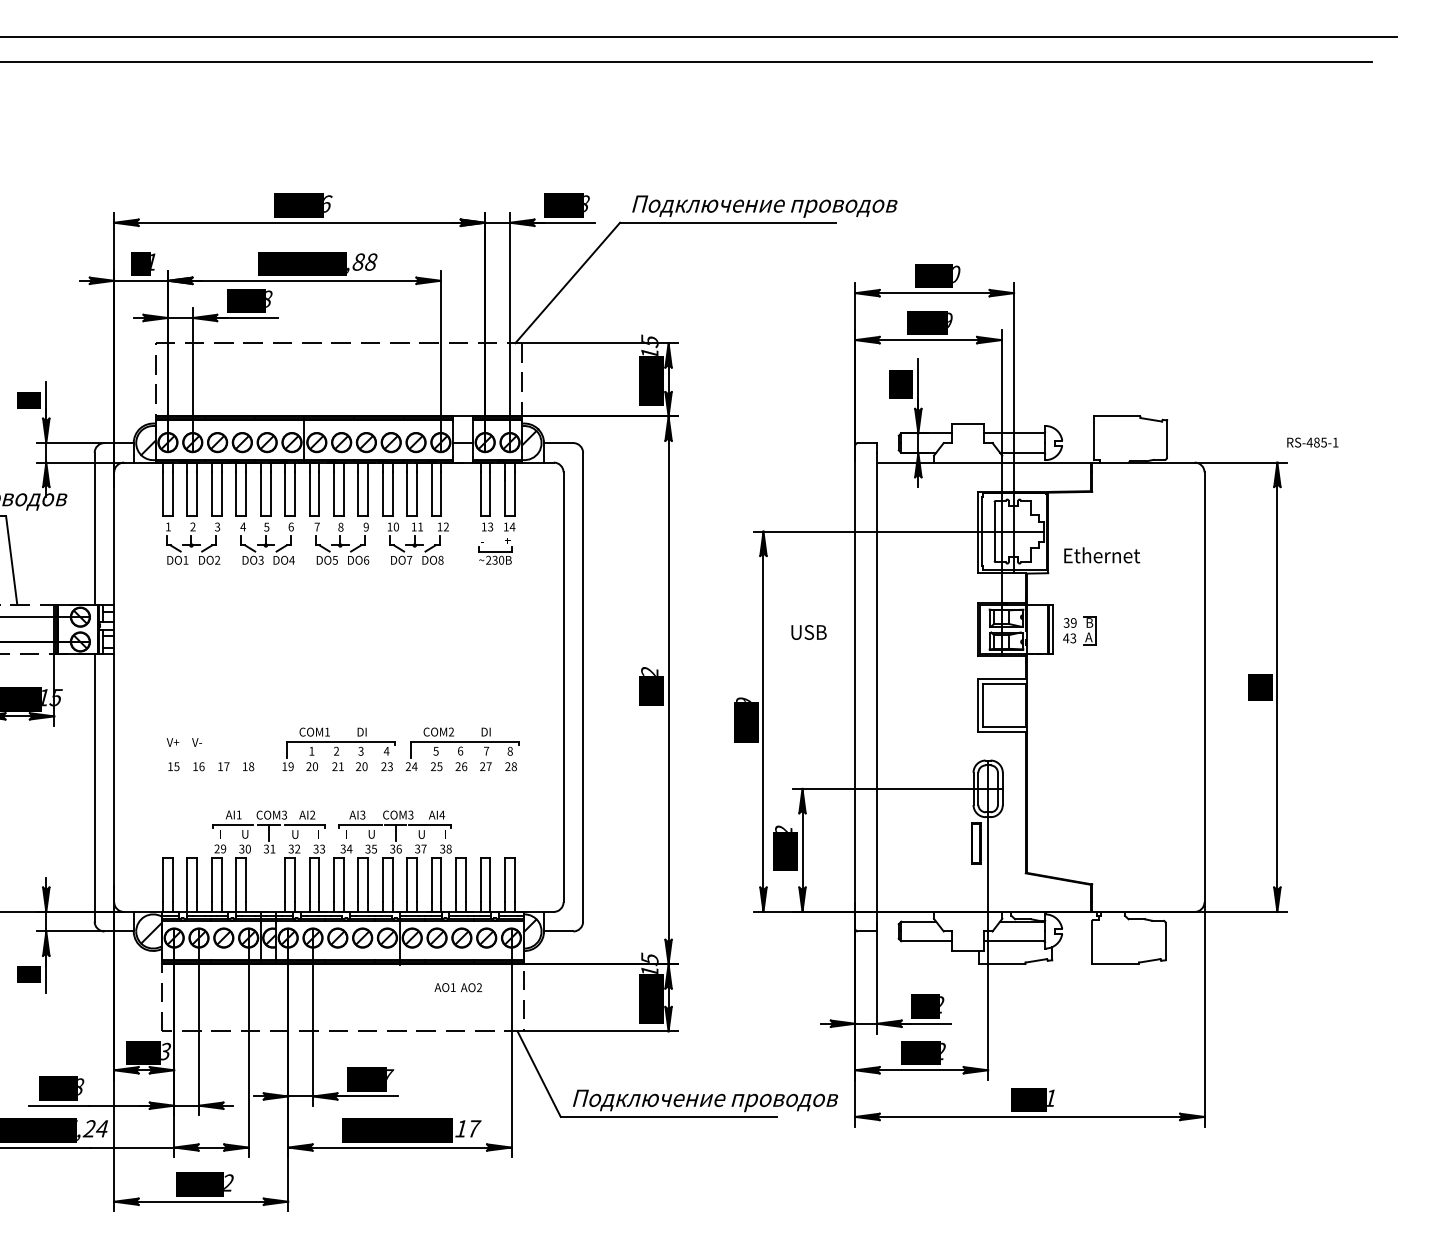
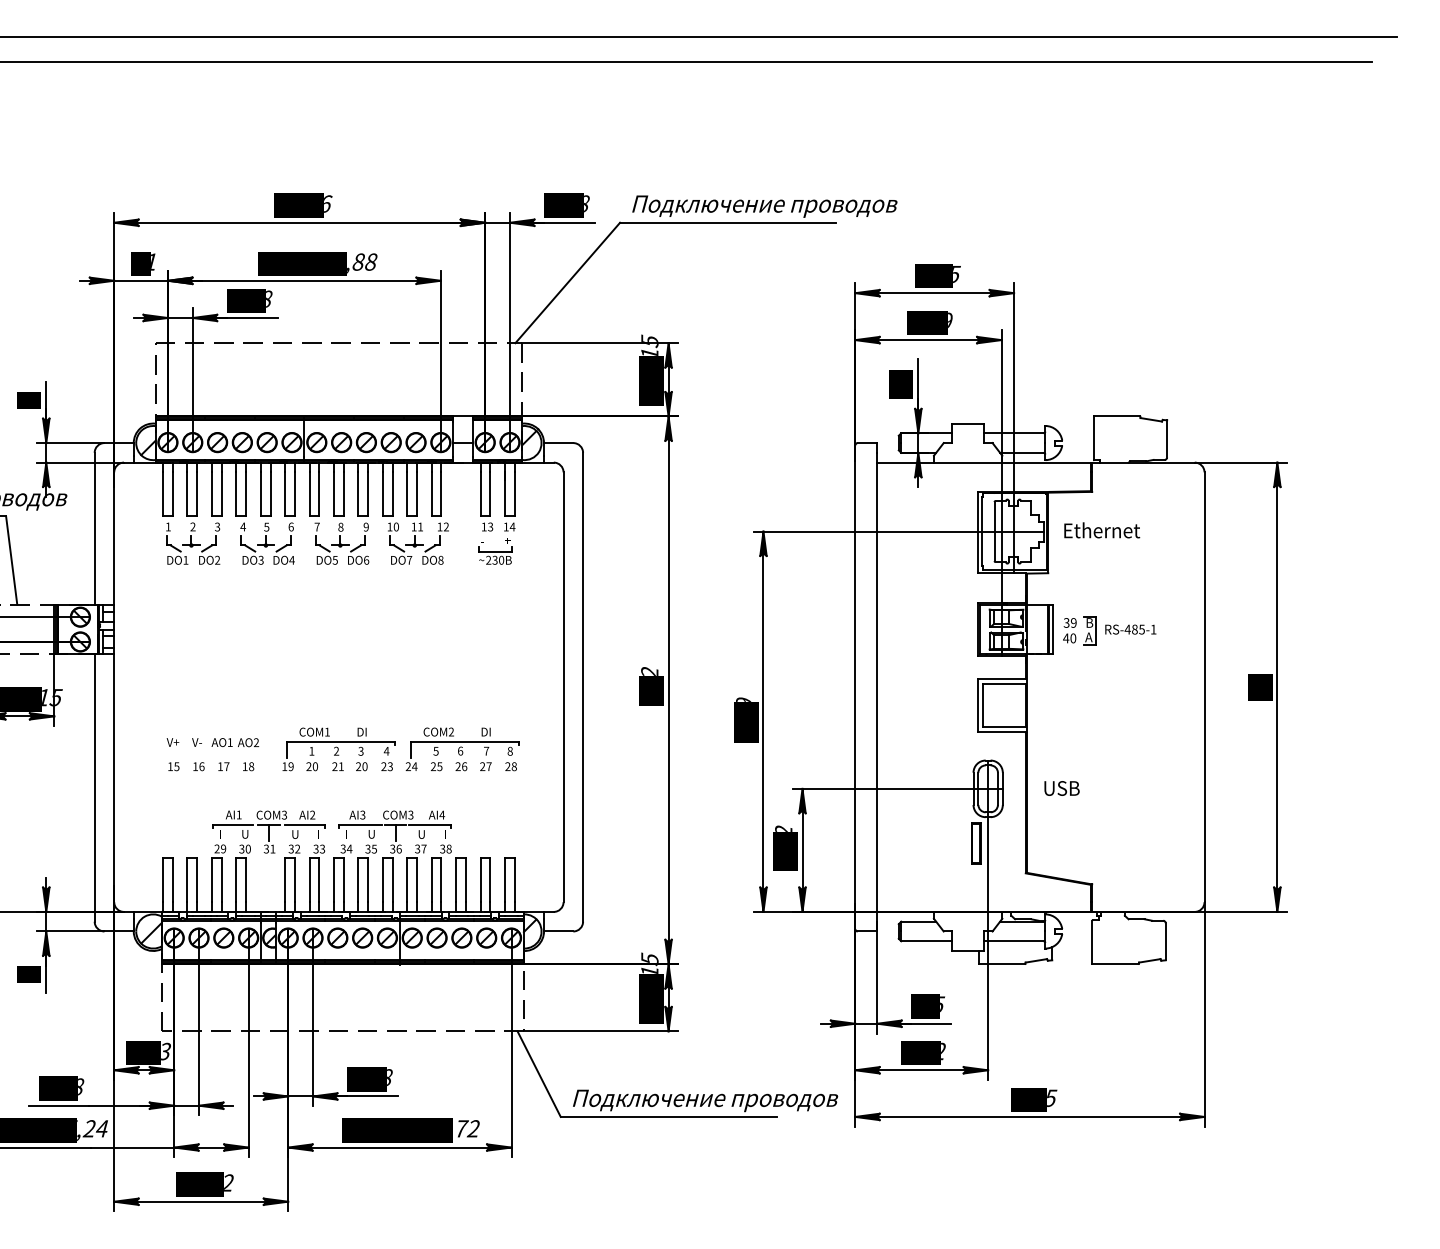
text at (956, 273): 32,0 -> 32,5
text at (1312, 442) position: (1312, 442) -> (1130, 629)
text at (1102, 555) position: (1102, 555) -> (1102, 530)
text at (808, 632) position: (808, 632) -> (1061, 788)
text at (1073, 638): 43 -> 40
text at (458, 987) position: (458, 987) -> (235, 742)
text at (942, 1004): 5,2 -> 4,5
text at (390, 1077): 5,57 -> 5,08
text at (1052, 1098): 82,1 -> 71,5
text at (468, 1128): 5,08=61,17 -> 5,08=45,72
